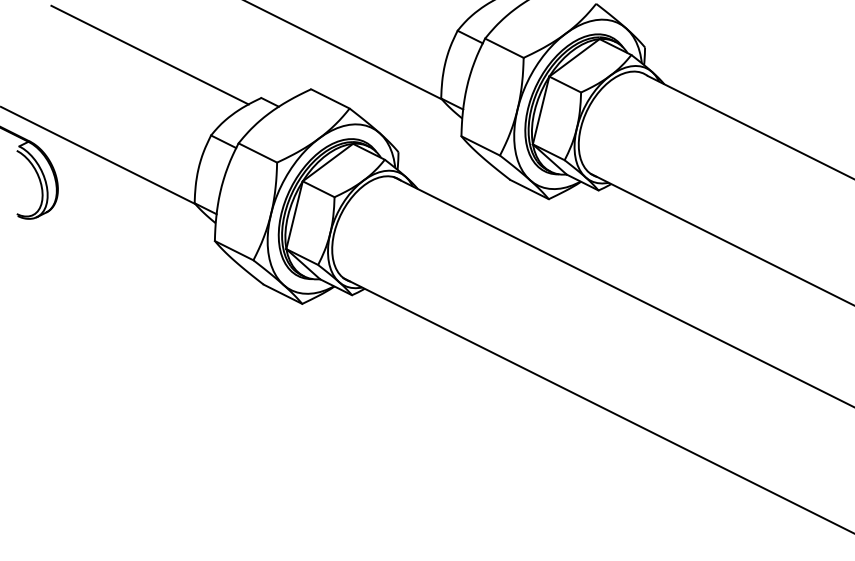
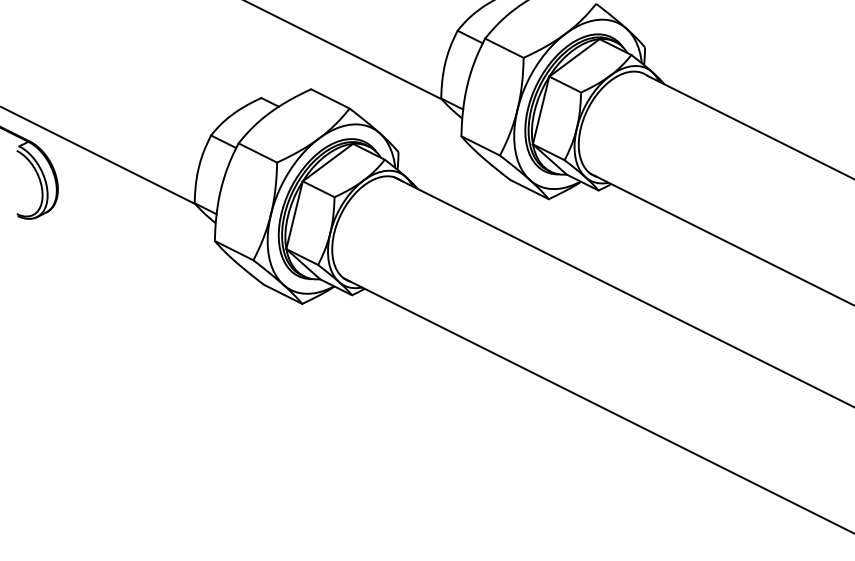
line at (149, 54): present -> none
